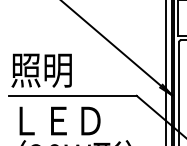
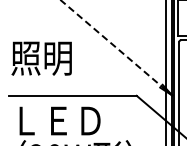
line at (111, 43): solid -> dashed
text at (41, 70) position: (41, 70) -> (41, 58)
